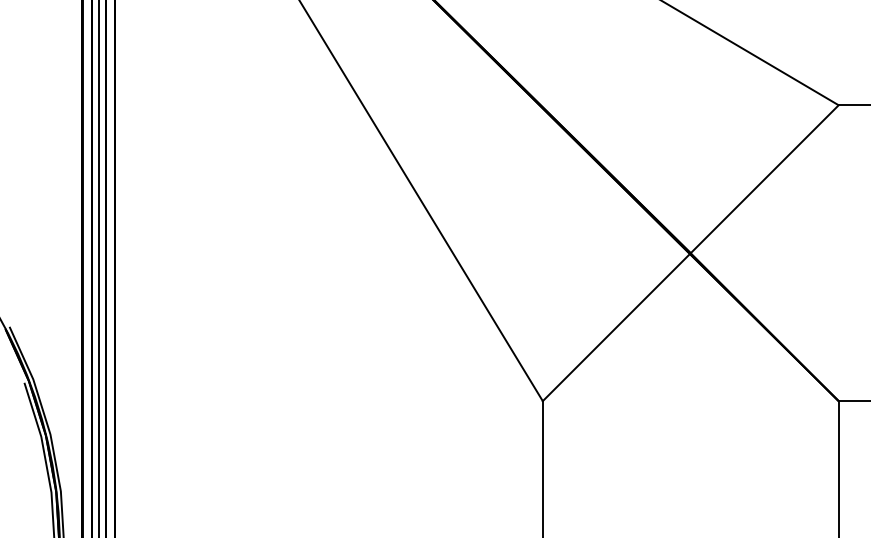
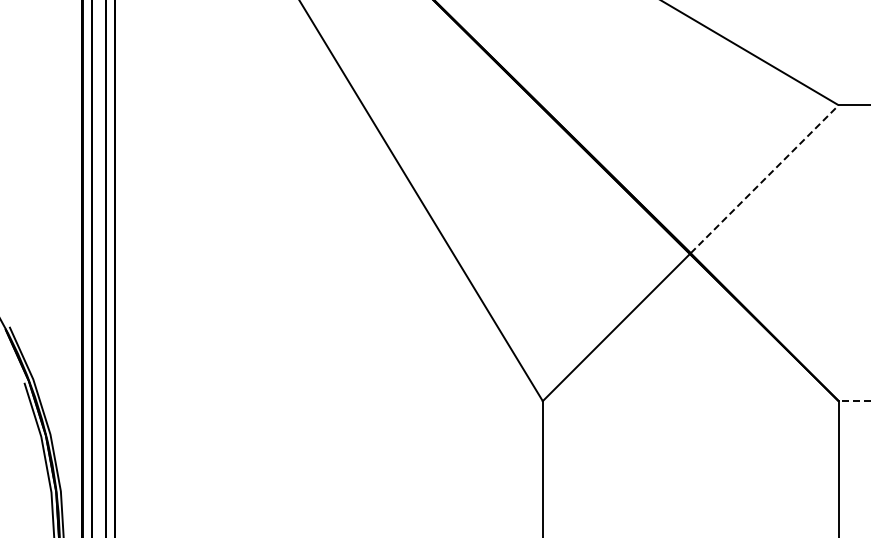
line at (764, 179): solid -> dashed
line at (99, 268): present -> none
line at (854, 401): solid -> dashed
